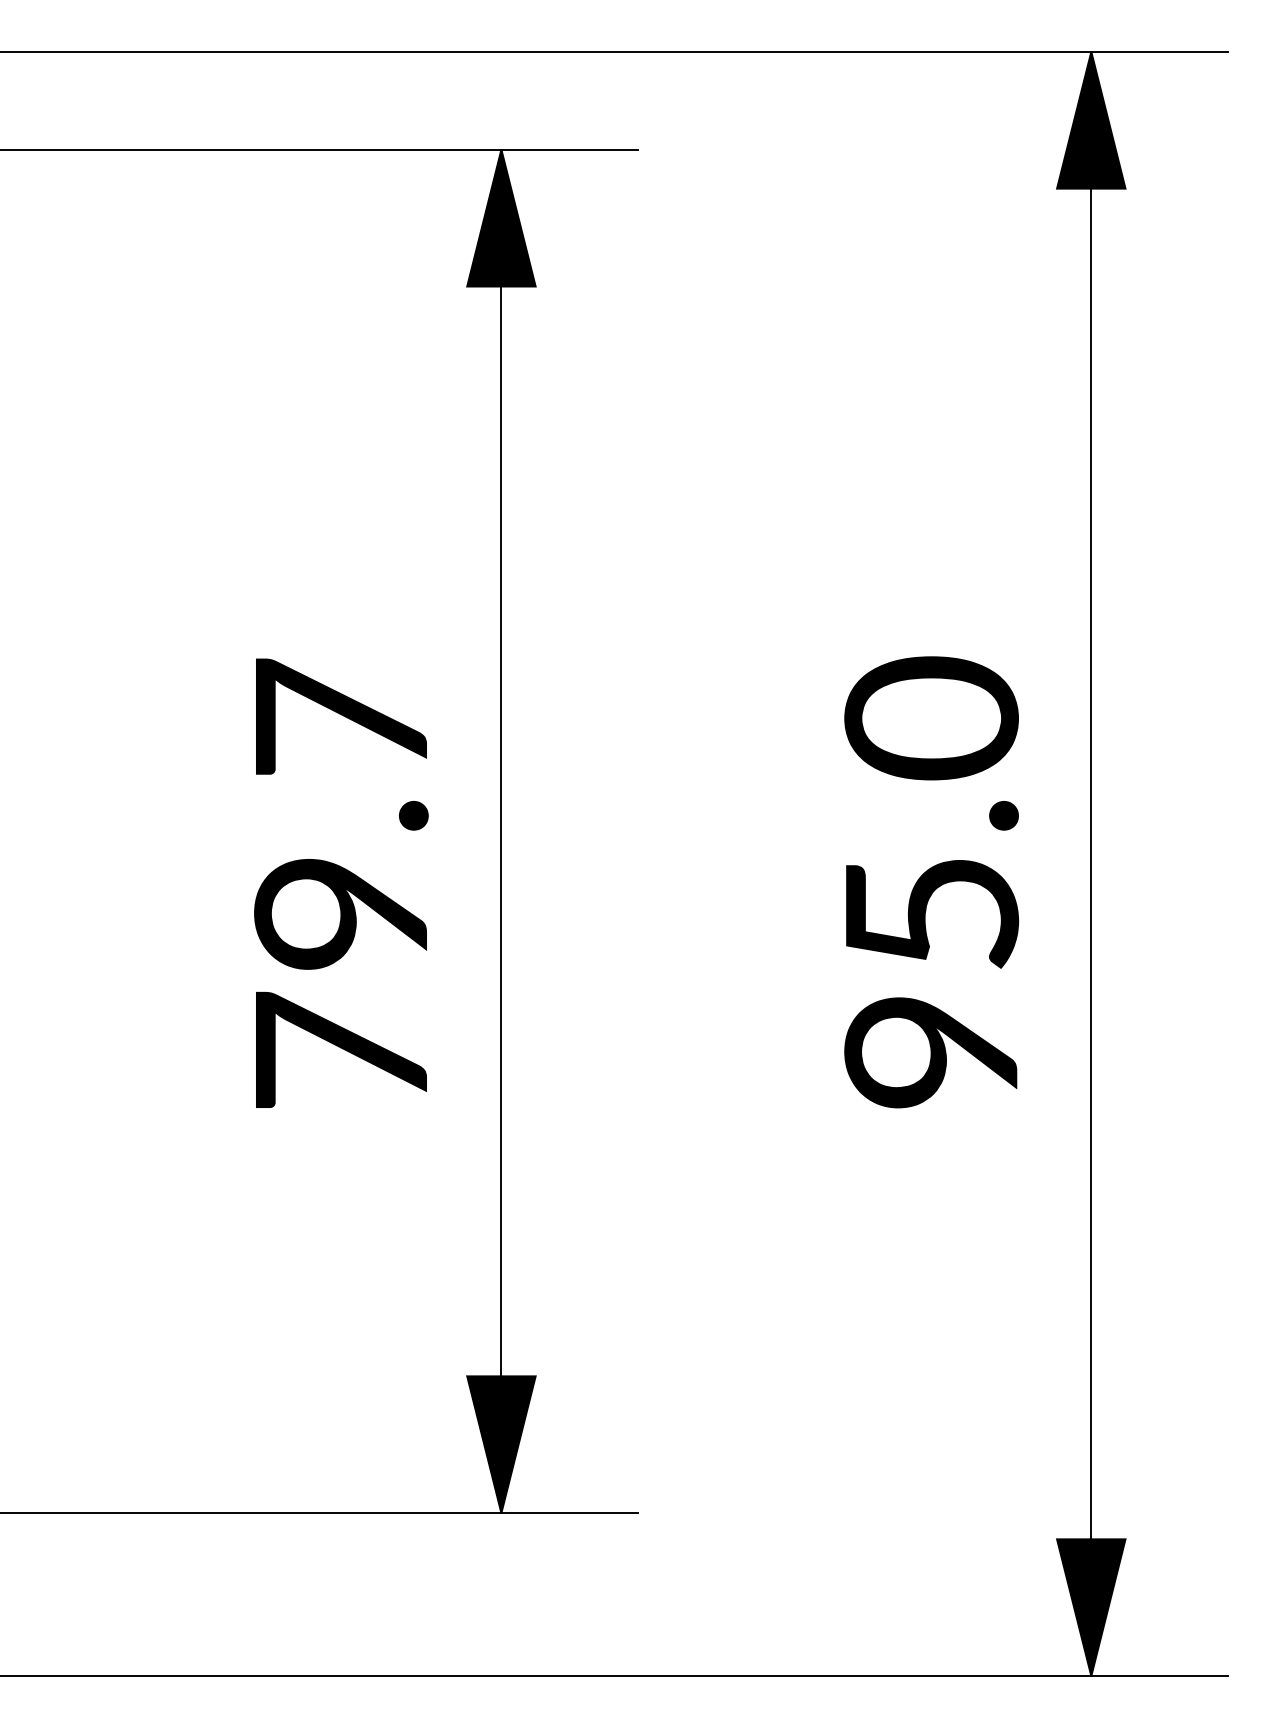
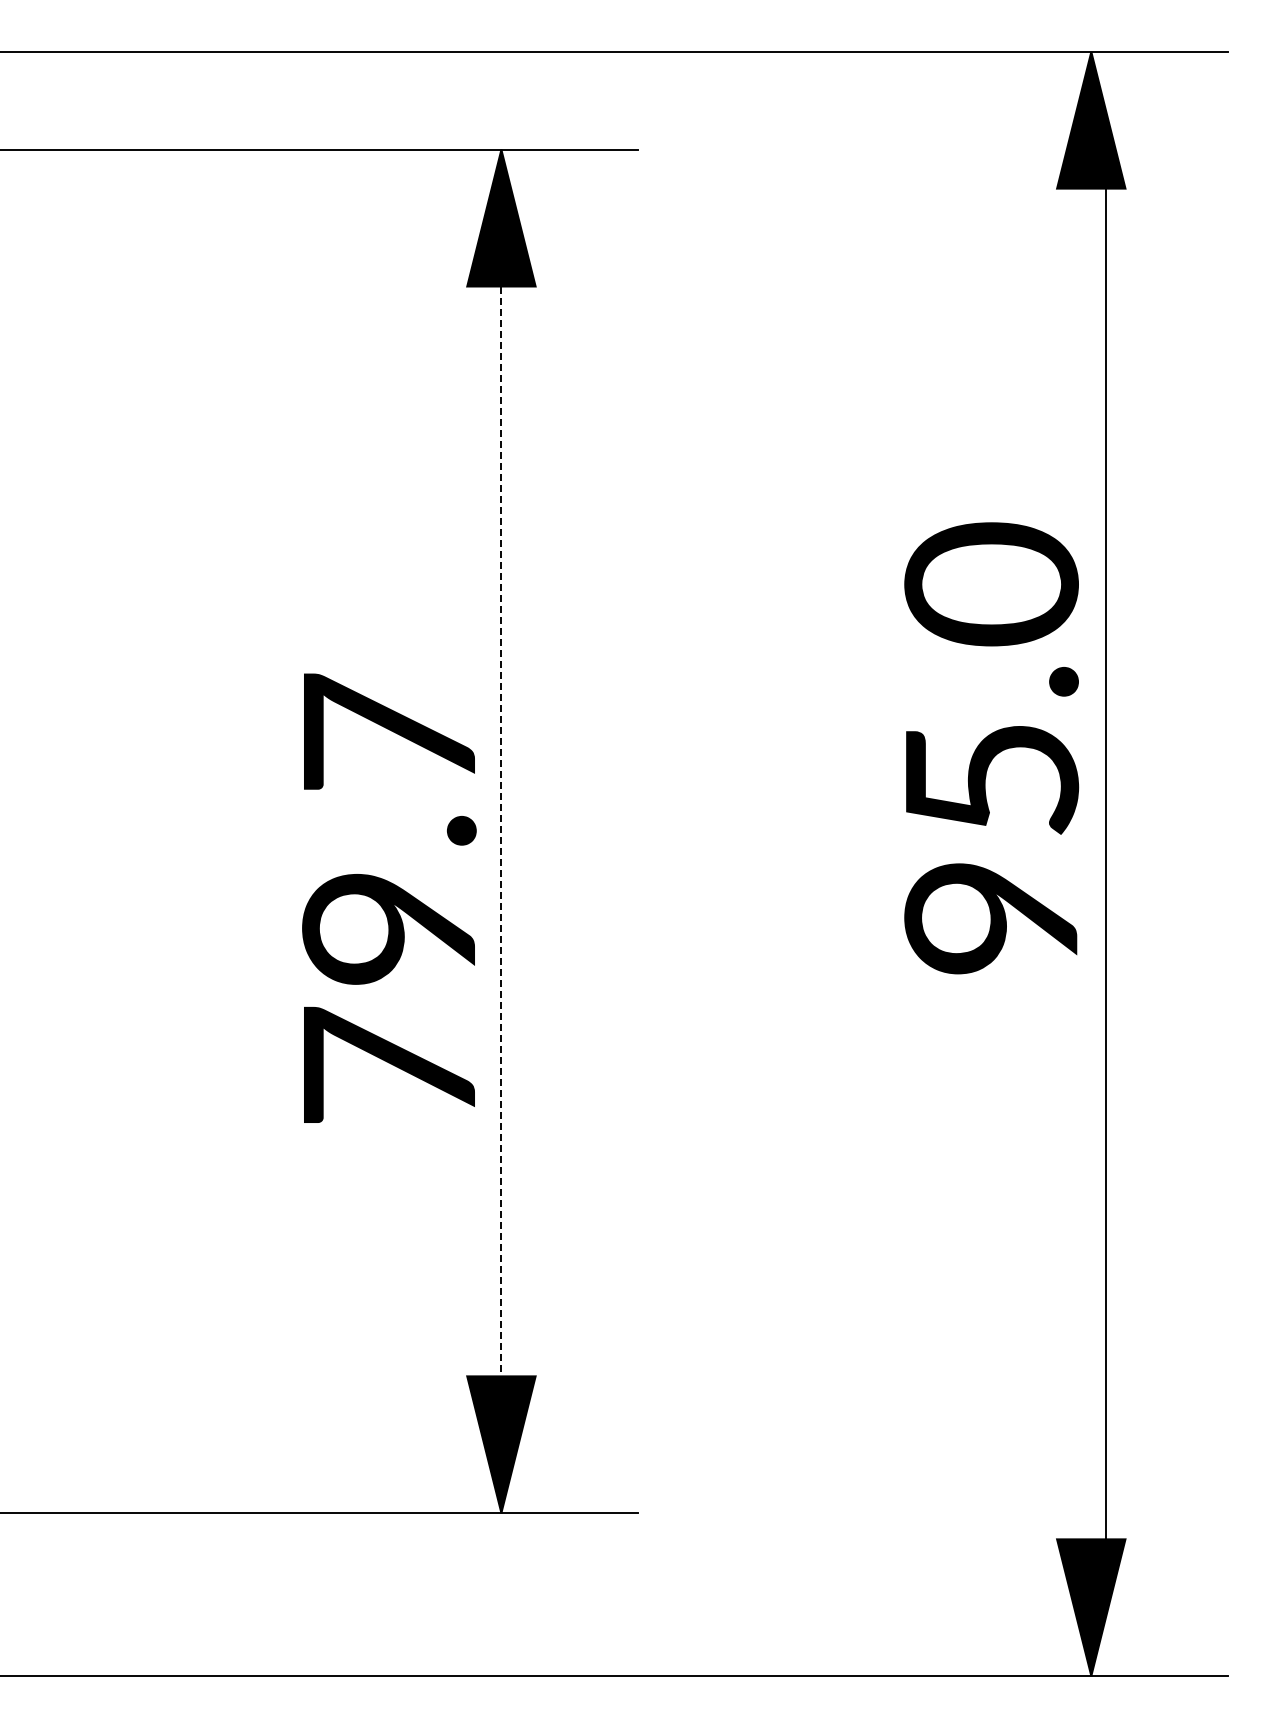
line at (501, 831): solid -> dashed
line at (1091, 863) position: (1091, 863) -> (1106, 863)
text at (341, 882) position: (341, 882) -> (389, 897)
text at (931, 882) position: (931, 882) -> (991, 748)
